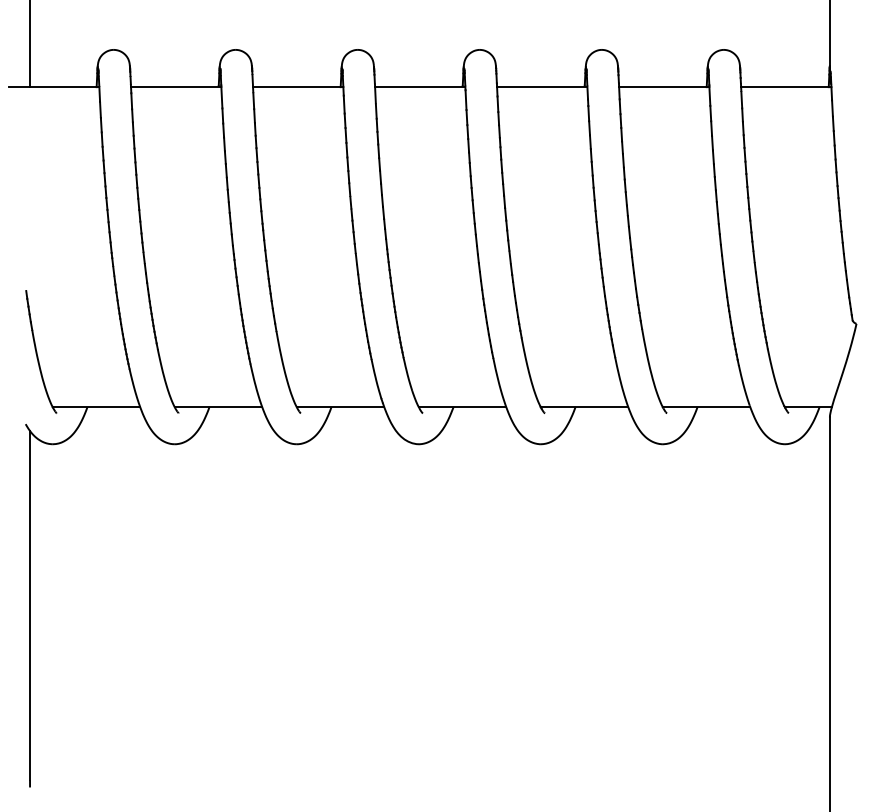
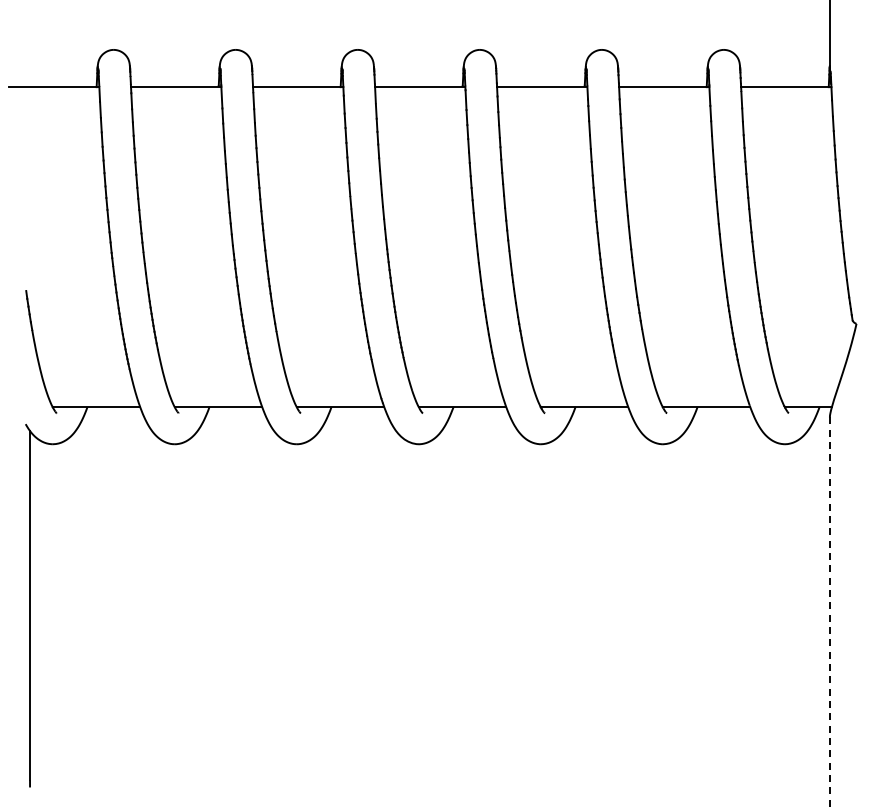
line at (30, 44): present -> none
line at (829, 615): solid -> dashed
